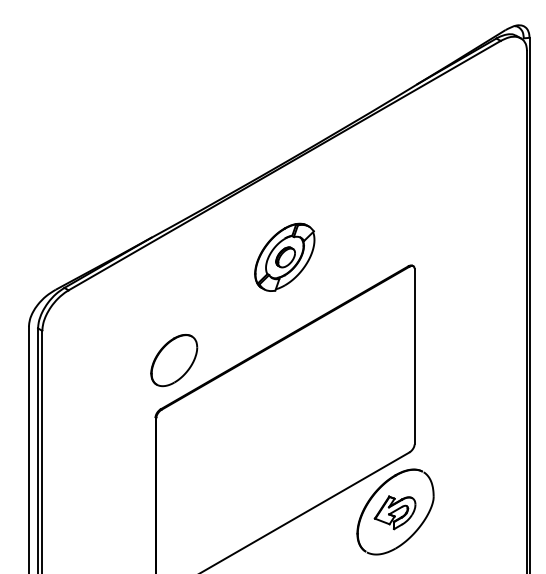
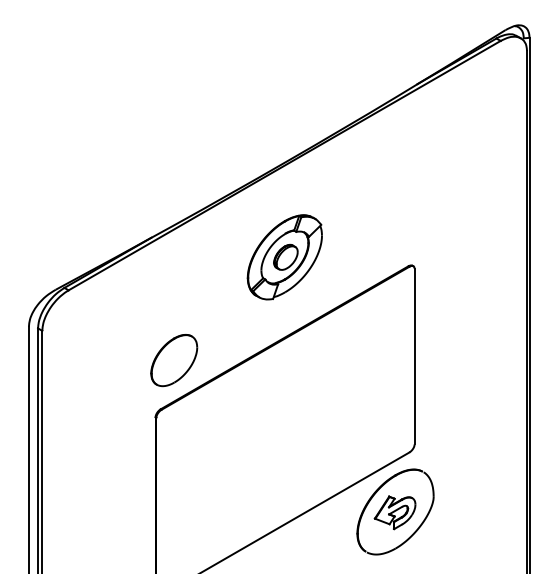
part at (284, 256) size: 62x70 px -> 77x87 px
